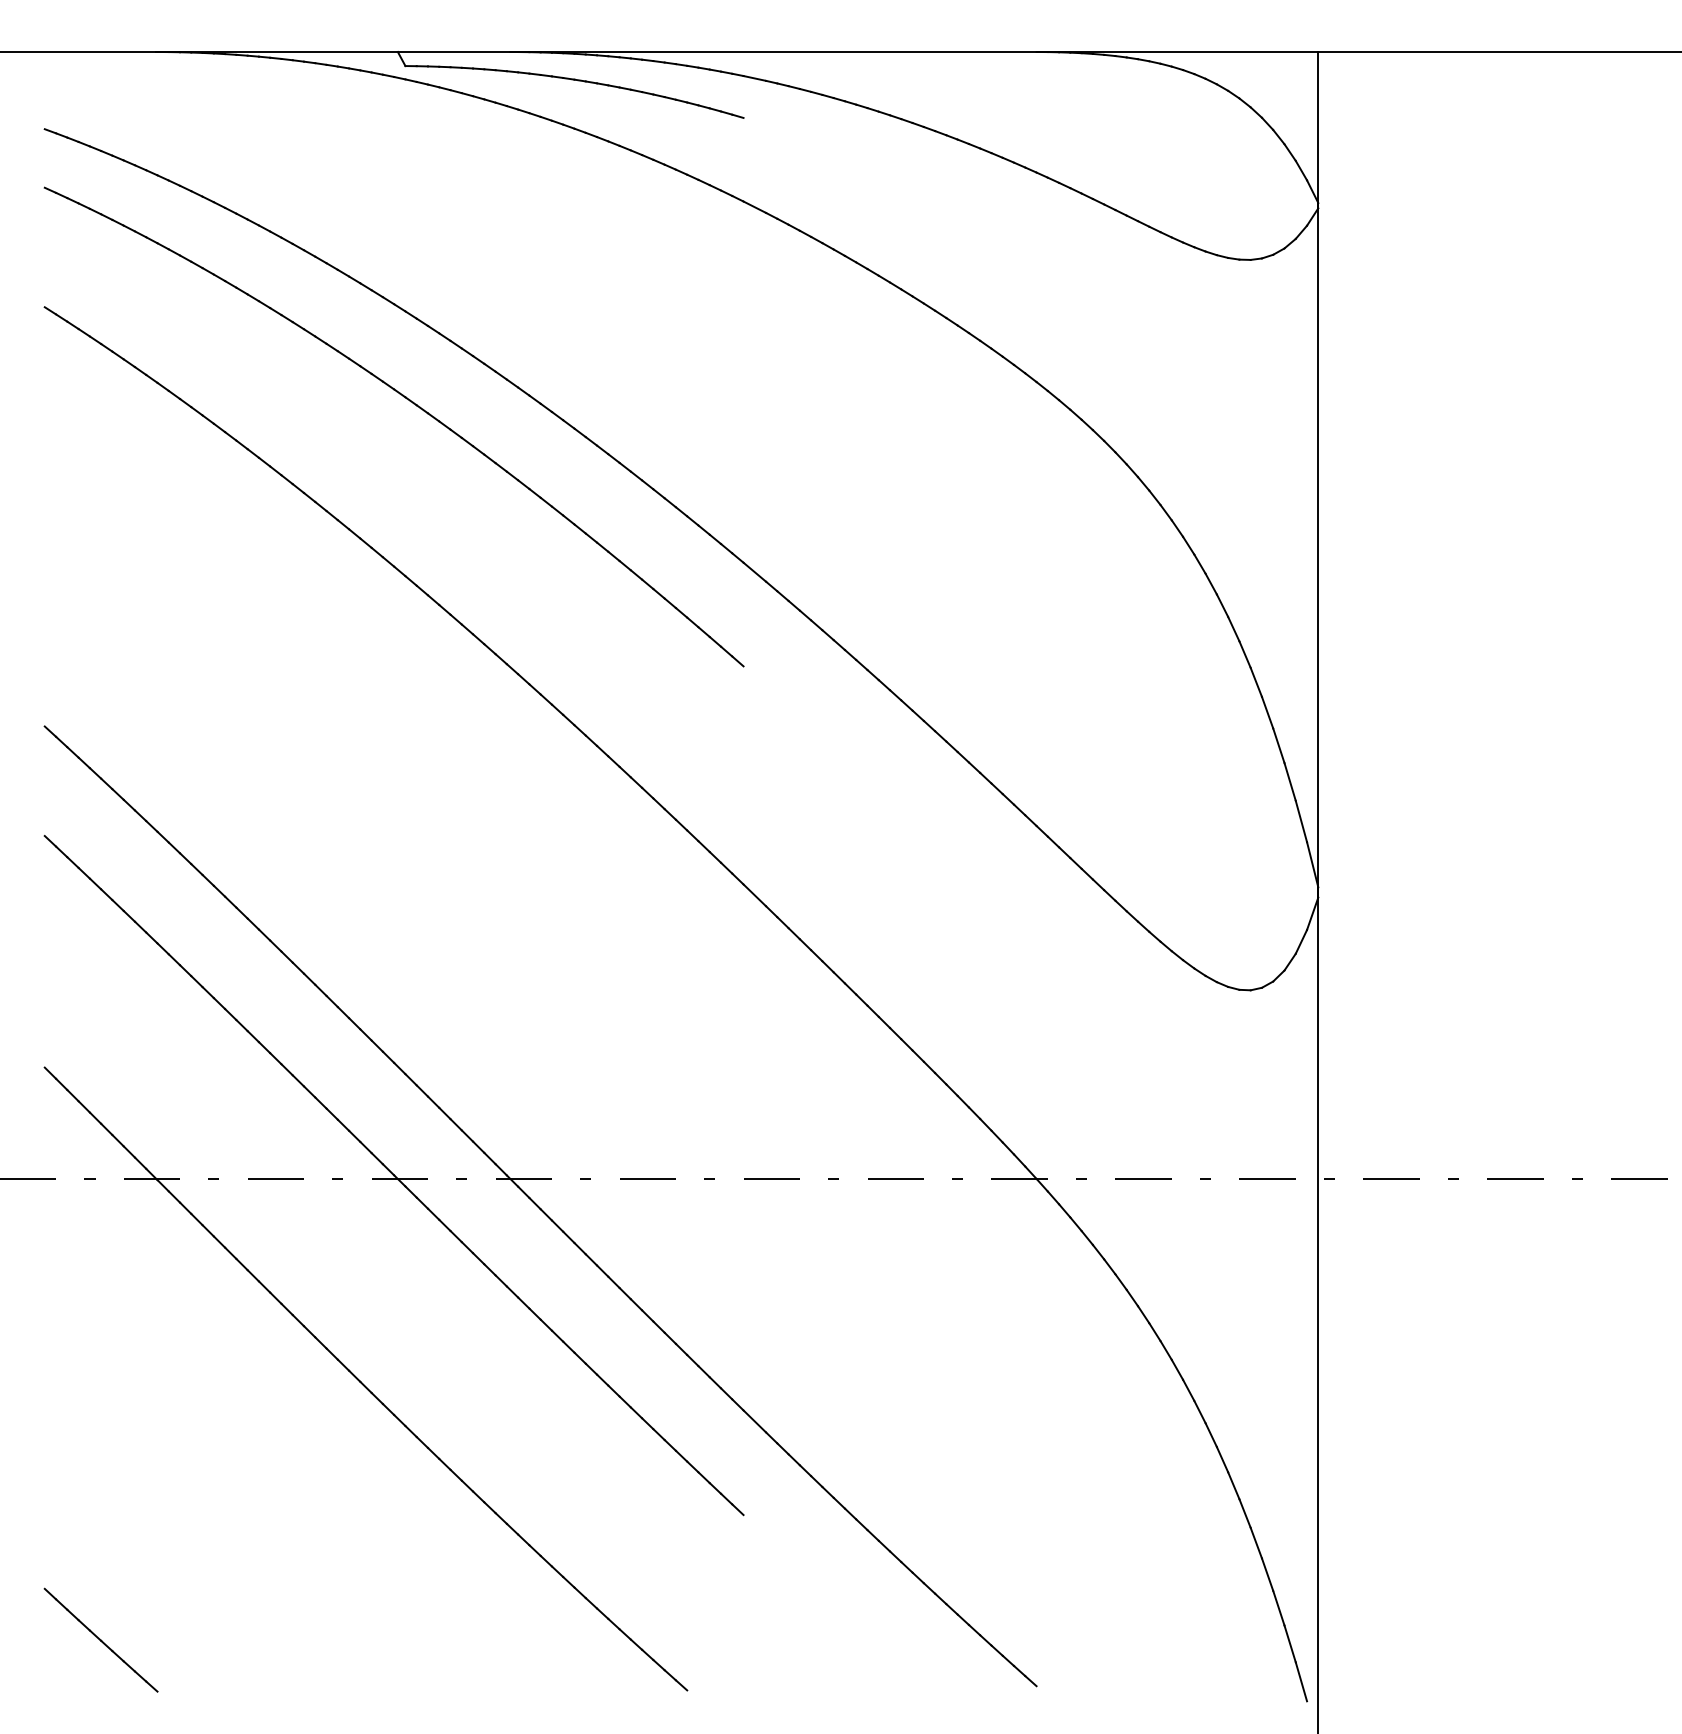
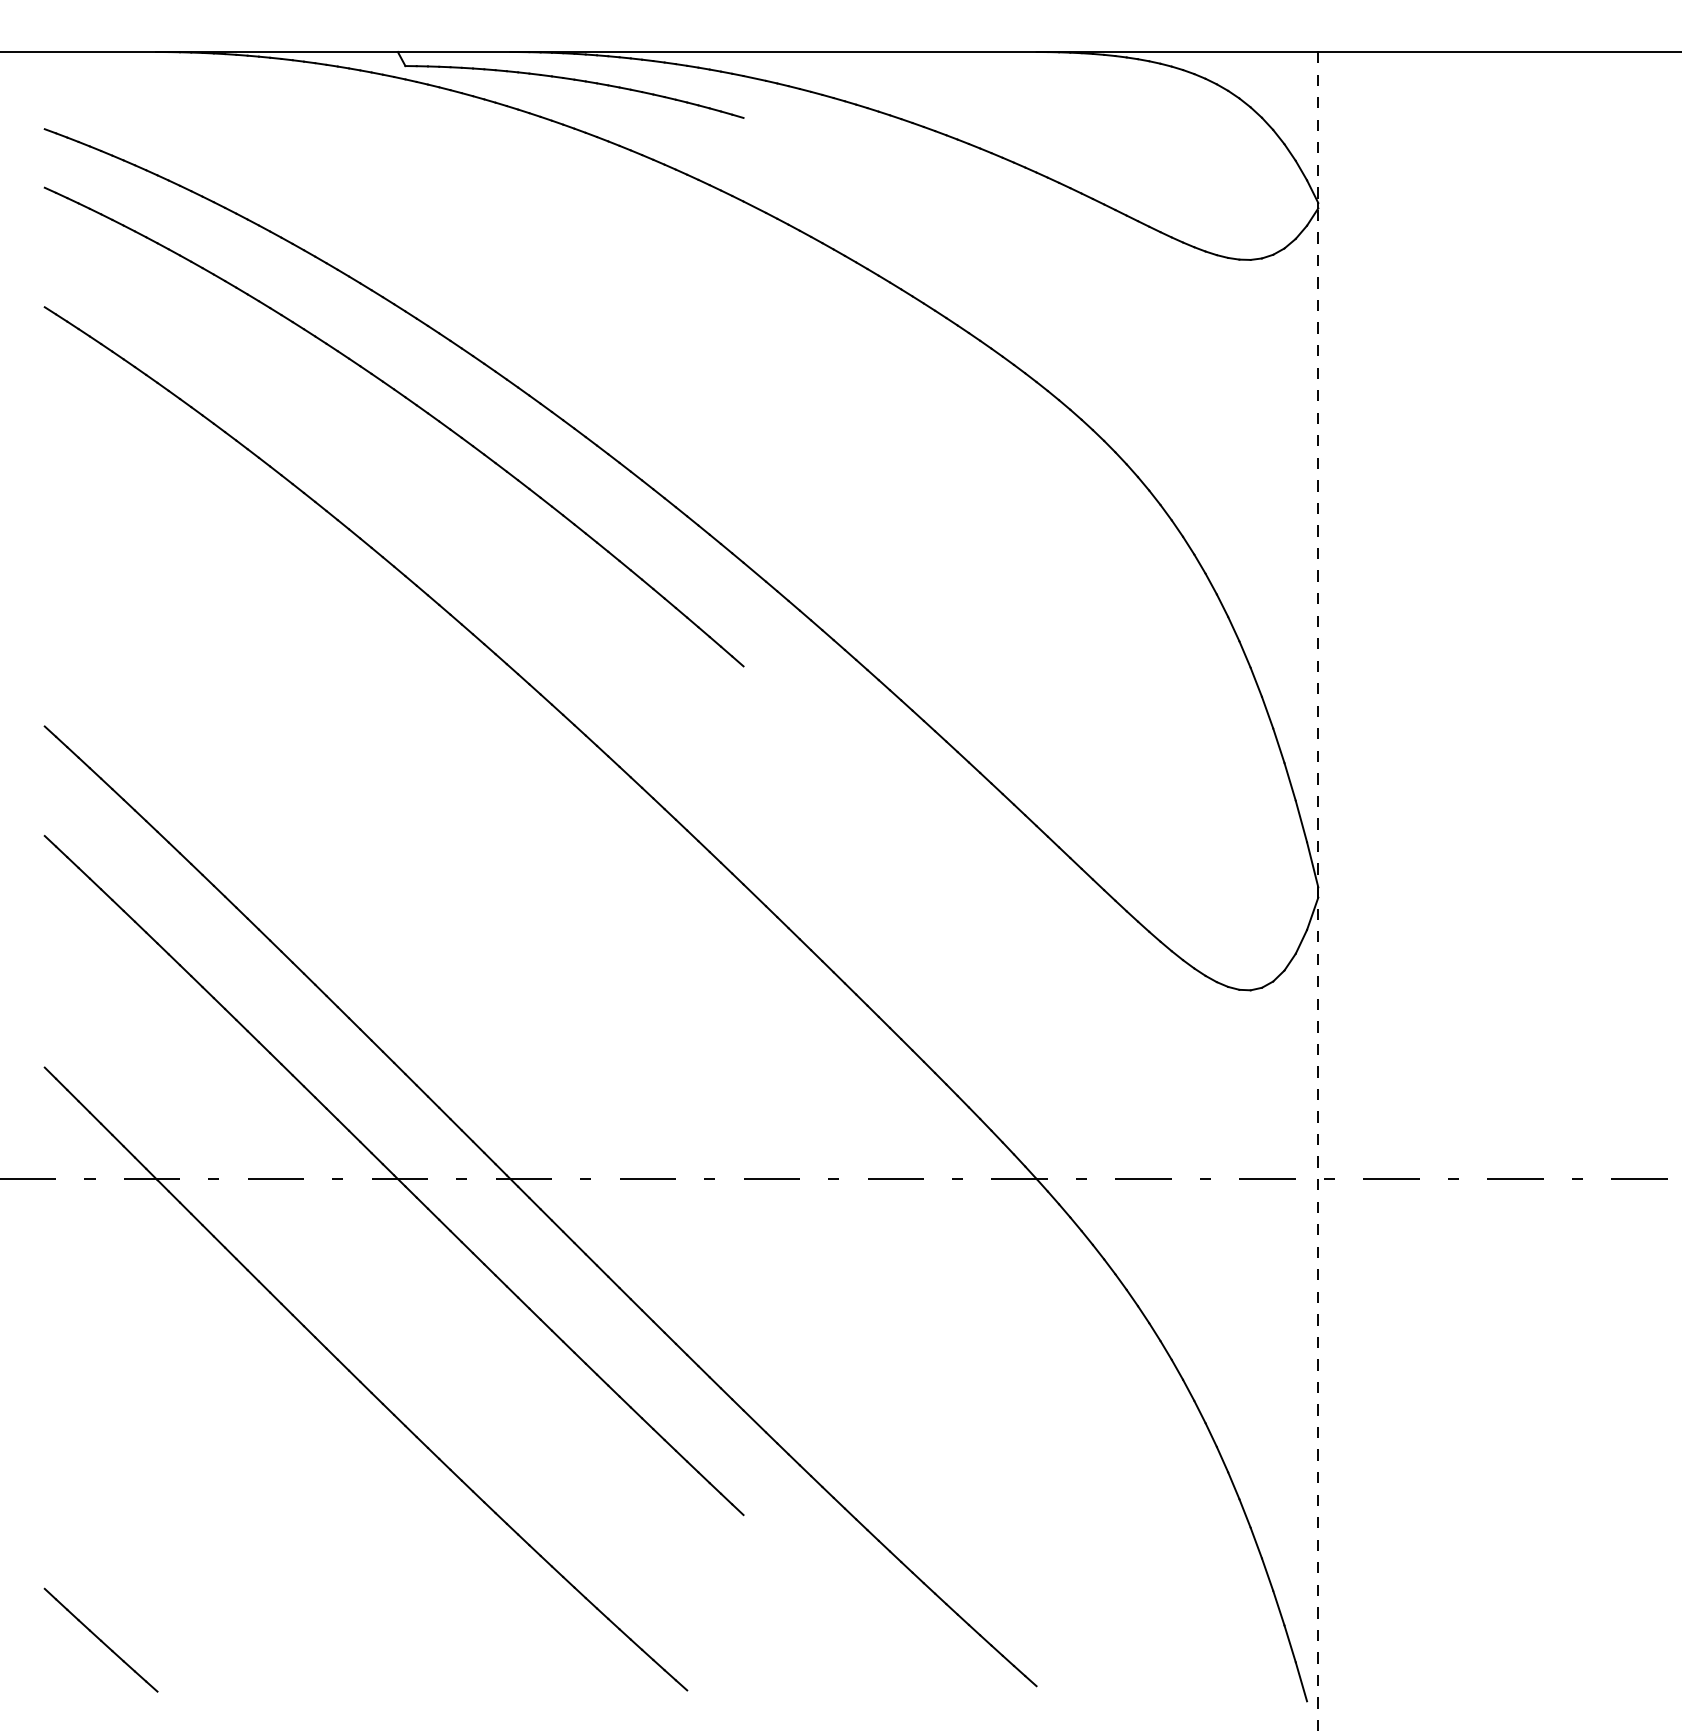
line at (1318, 893): solid -> dashed
